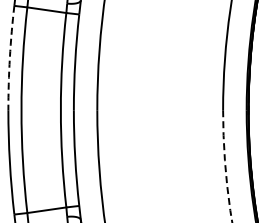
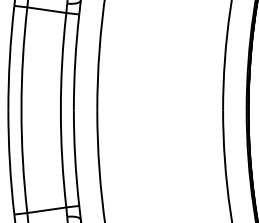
arc at (9, 57): dashed -> solid
arc at (225, 167): dashed -> solid
